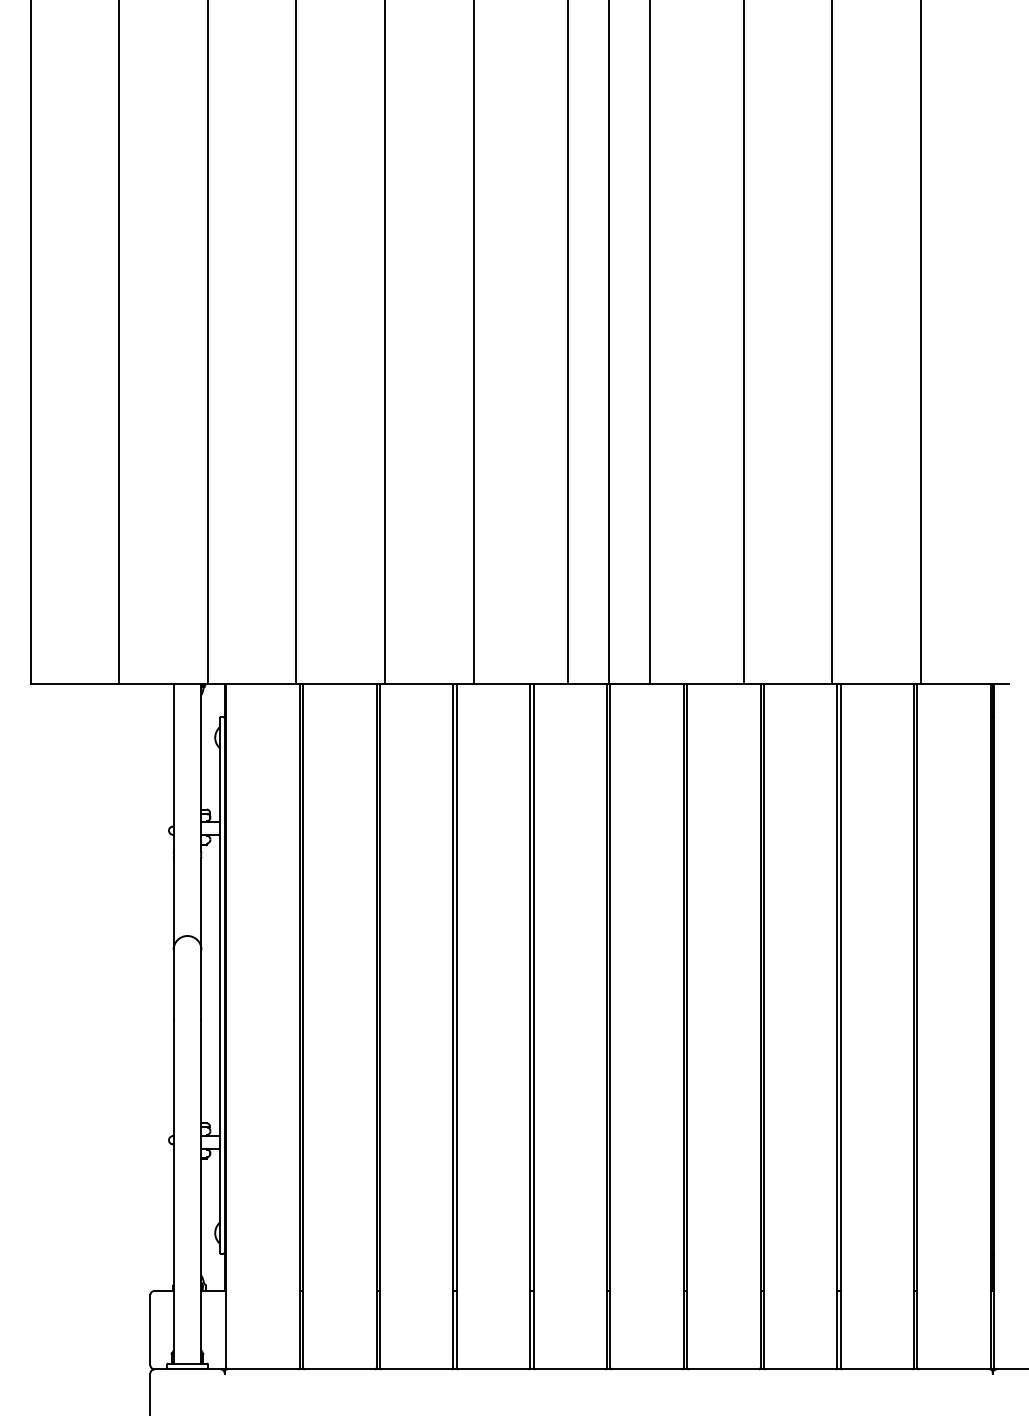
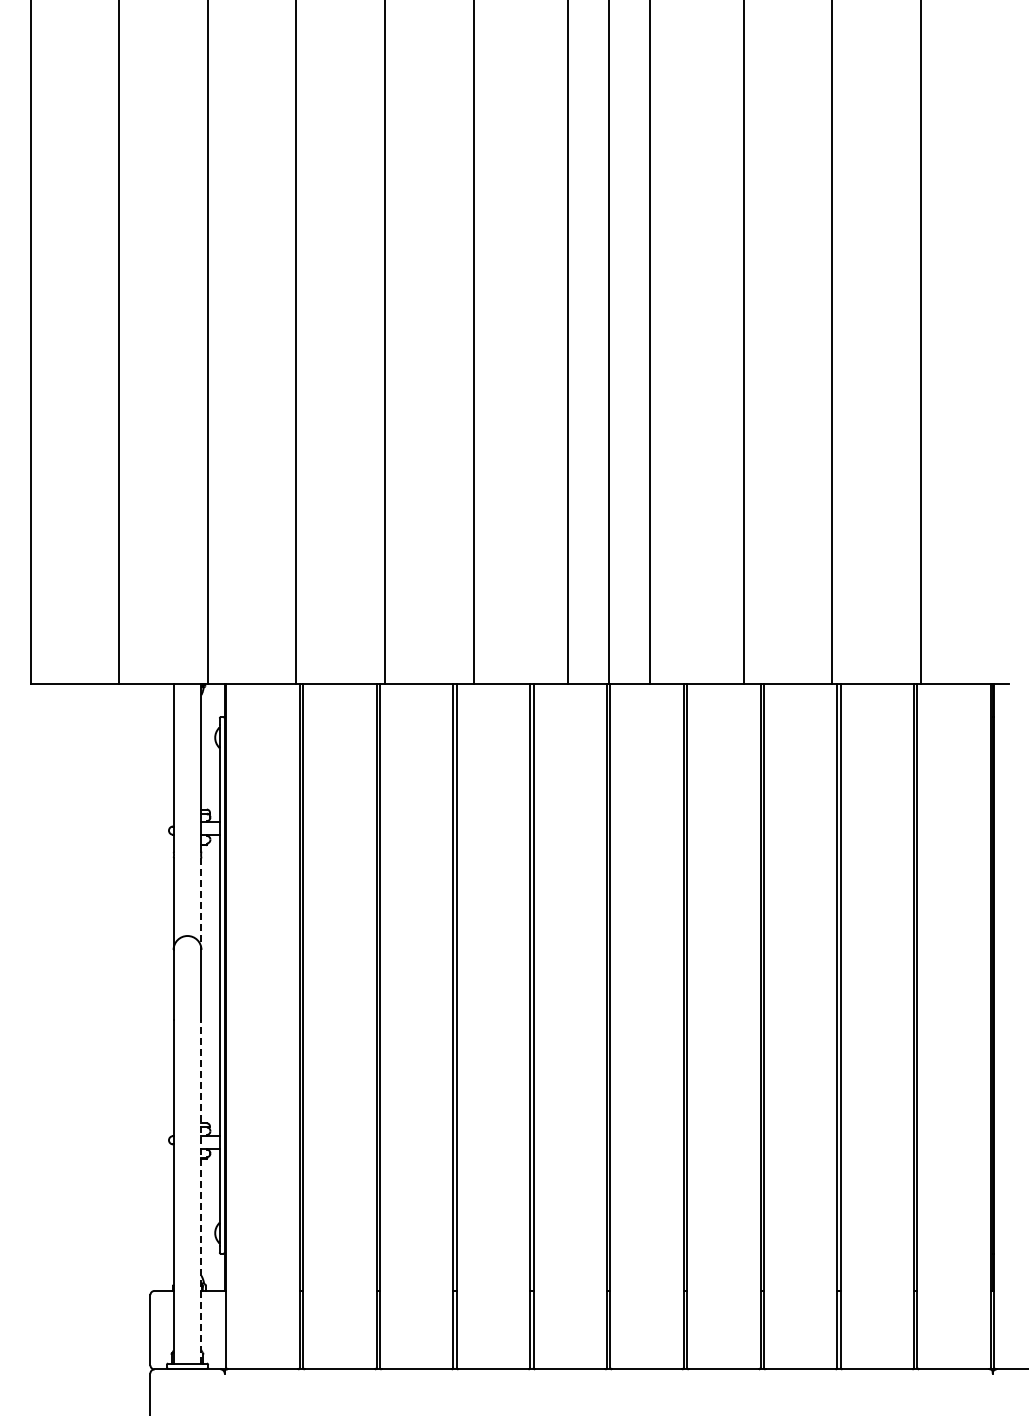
line at (201, 904): solid -> dashed
line at (201, 1191): solid -> dashed
